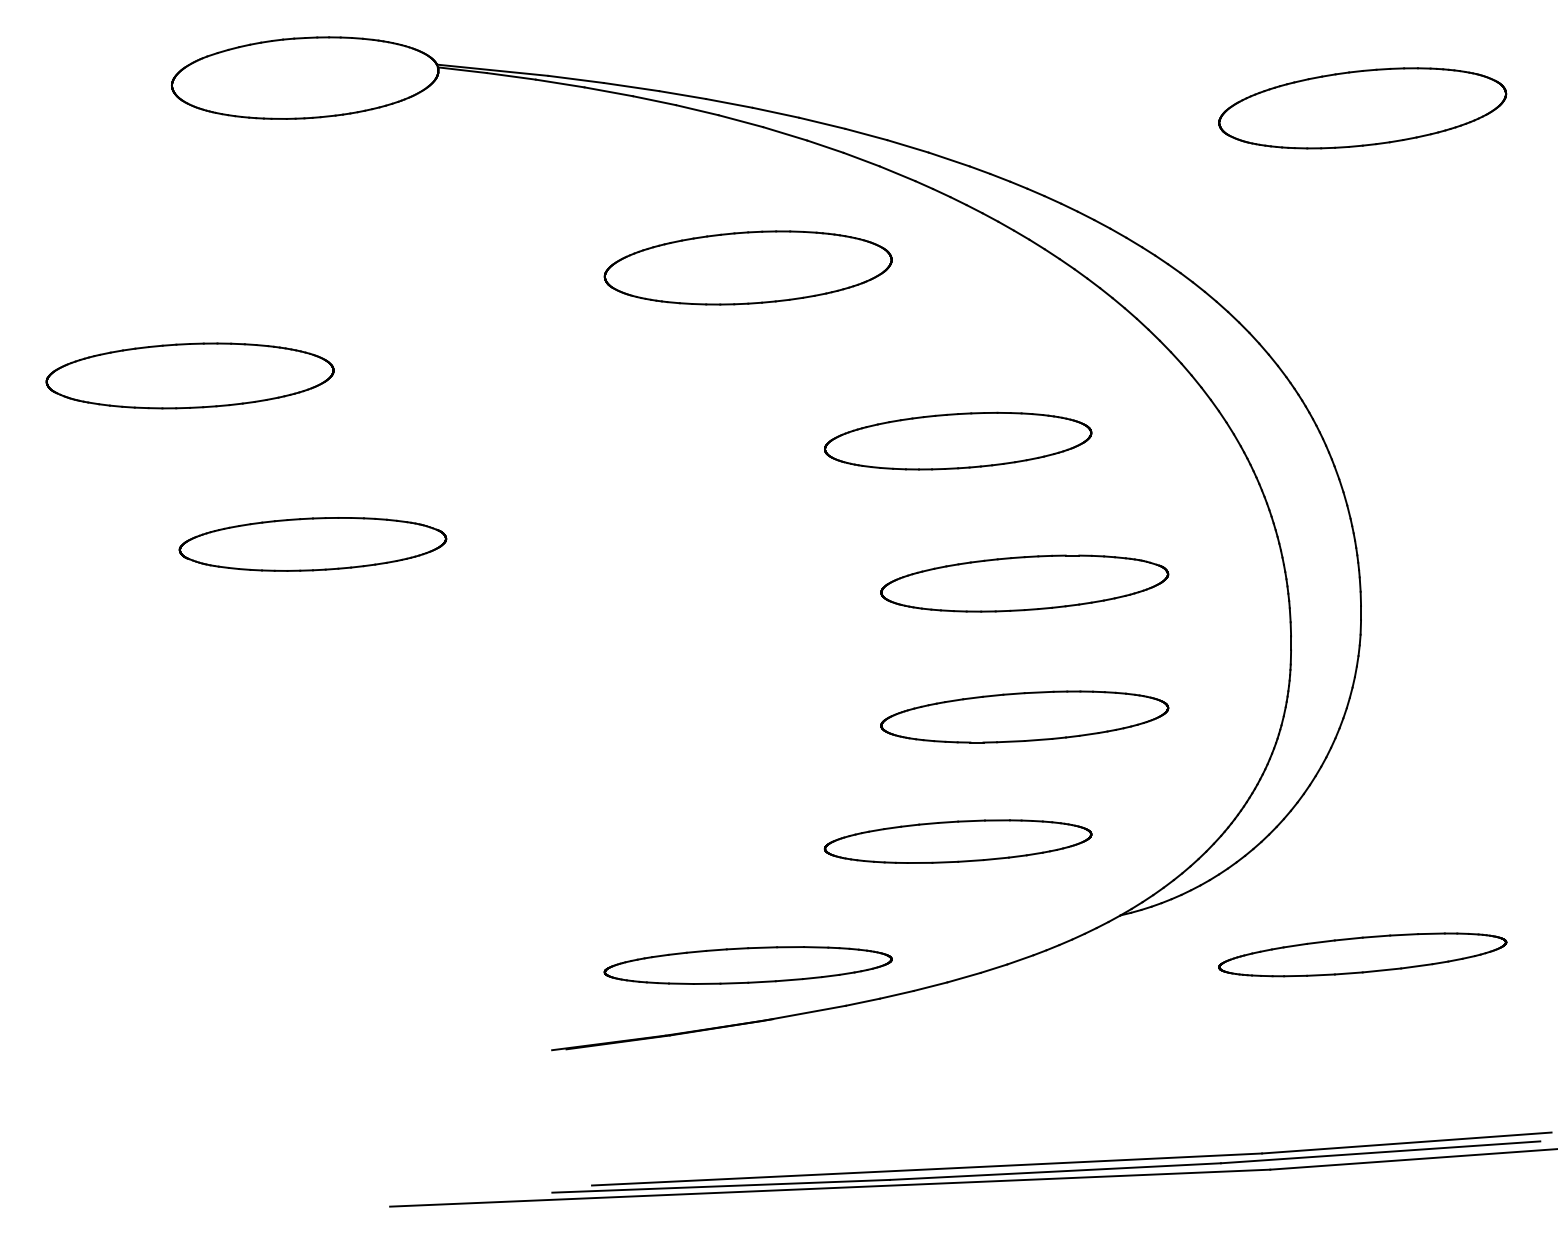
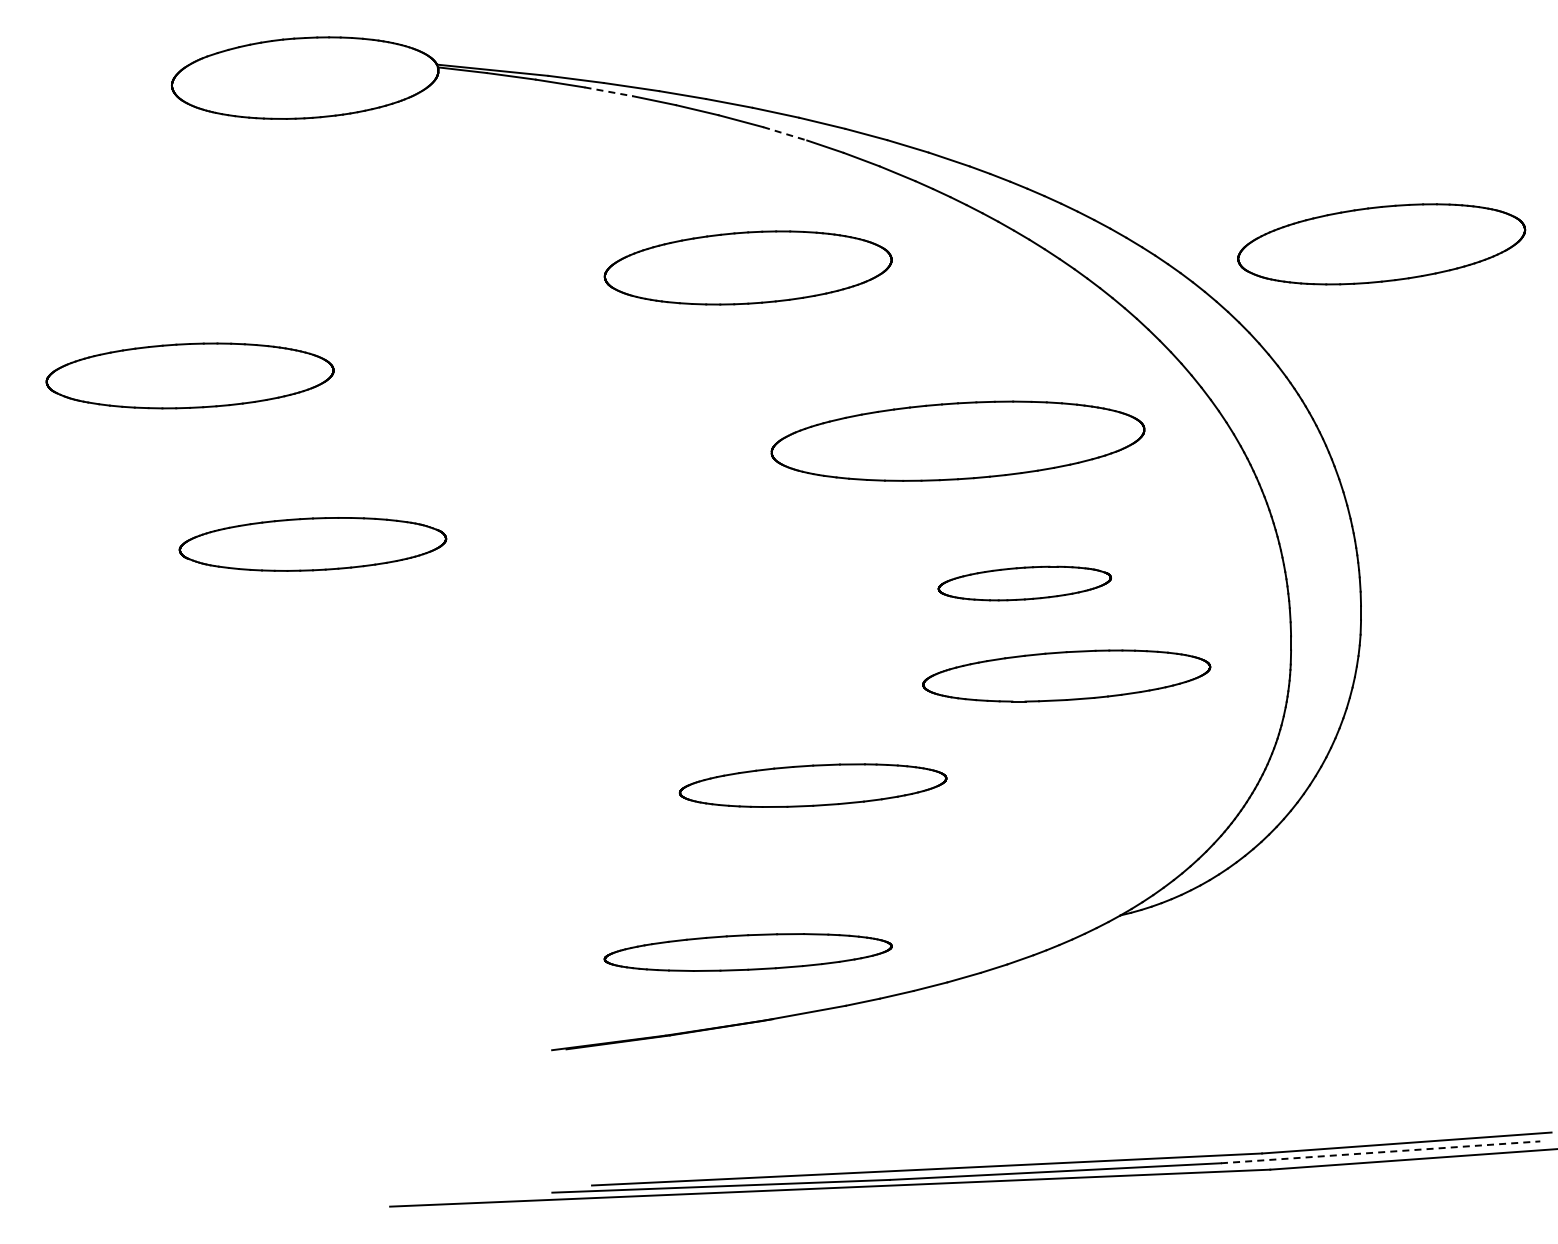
line at (608, 91): solid -> dashed
part at (1362, 108) position: (1362, 108) -> (1381, 244)
line at (785, 133): solid -> dashed
part at (958, 440) size: 269x60 px -> 376x82 px
part at (1024, 583) size: 290x59 px -> 175x37 px
part at (1024, 716) position: (1024, 716) -> (1066, 675)
part at (957, 841) position: (957, 841) -> (812, 785)
part at (1362, 954): present -> none
part at (747, 965) position: (747, 965) -> (747, 952)
line at (1381, 1152): solid -> dashed
